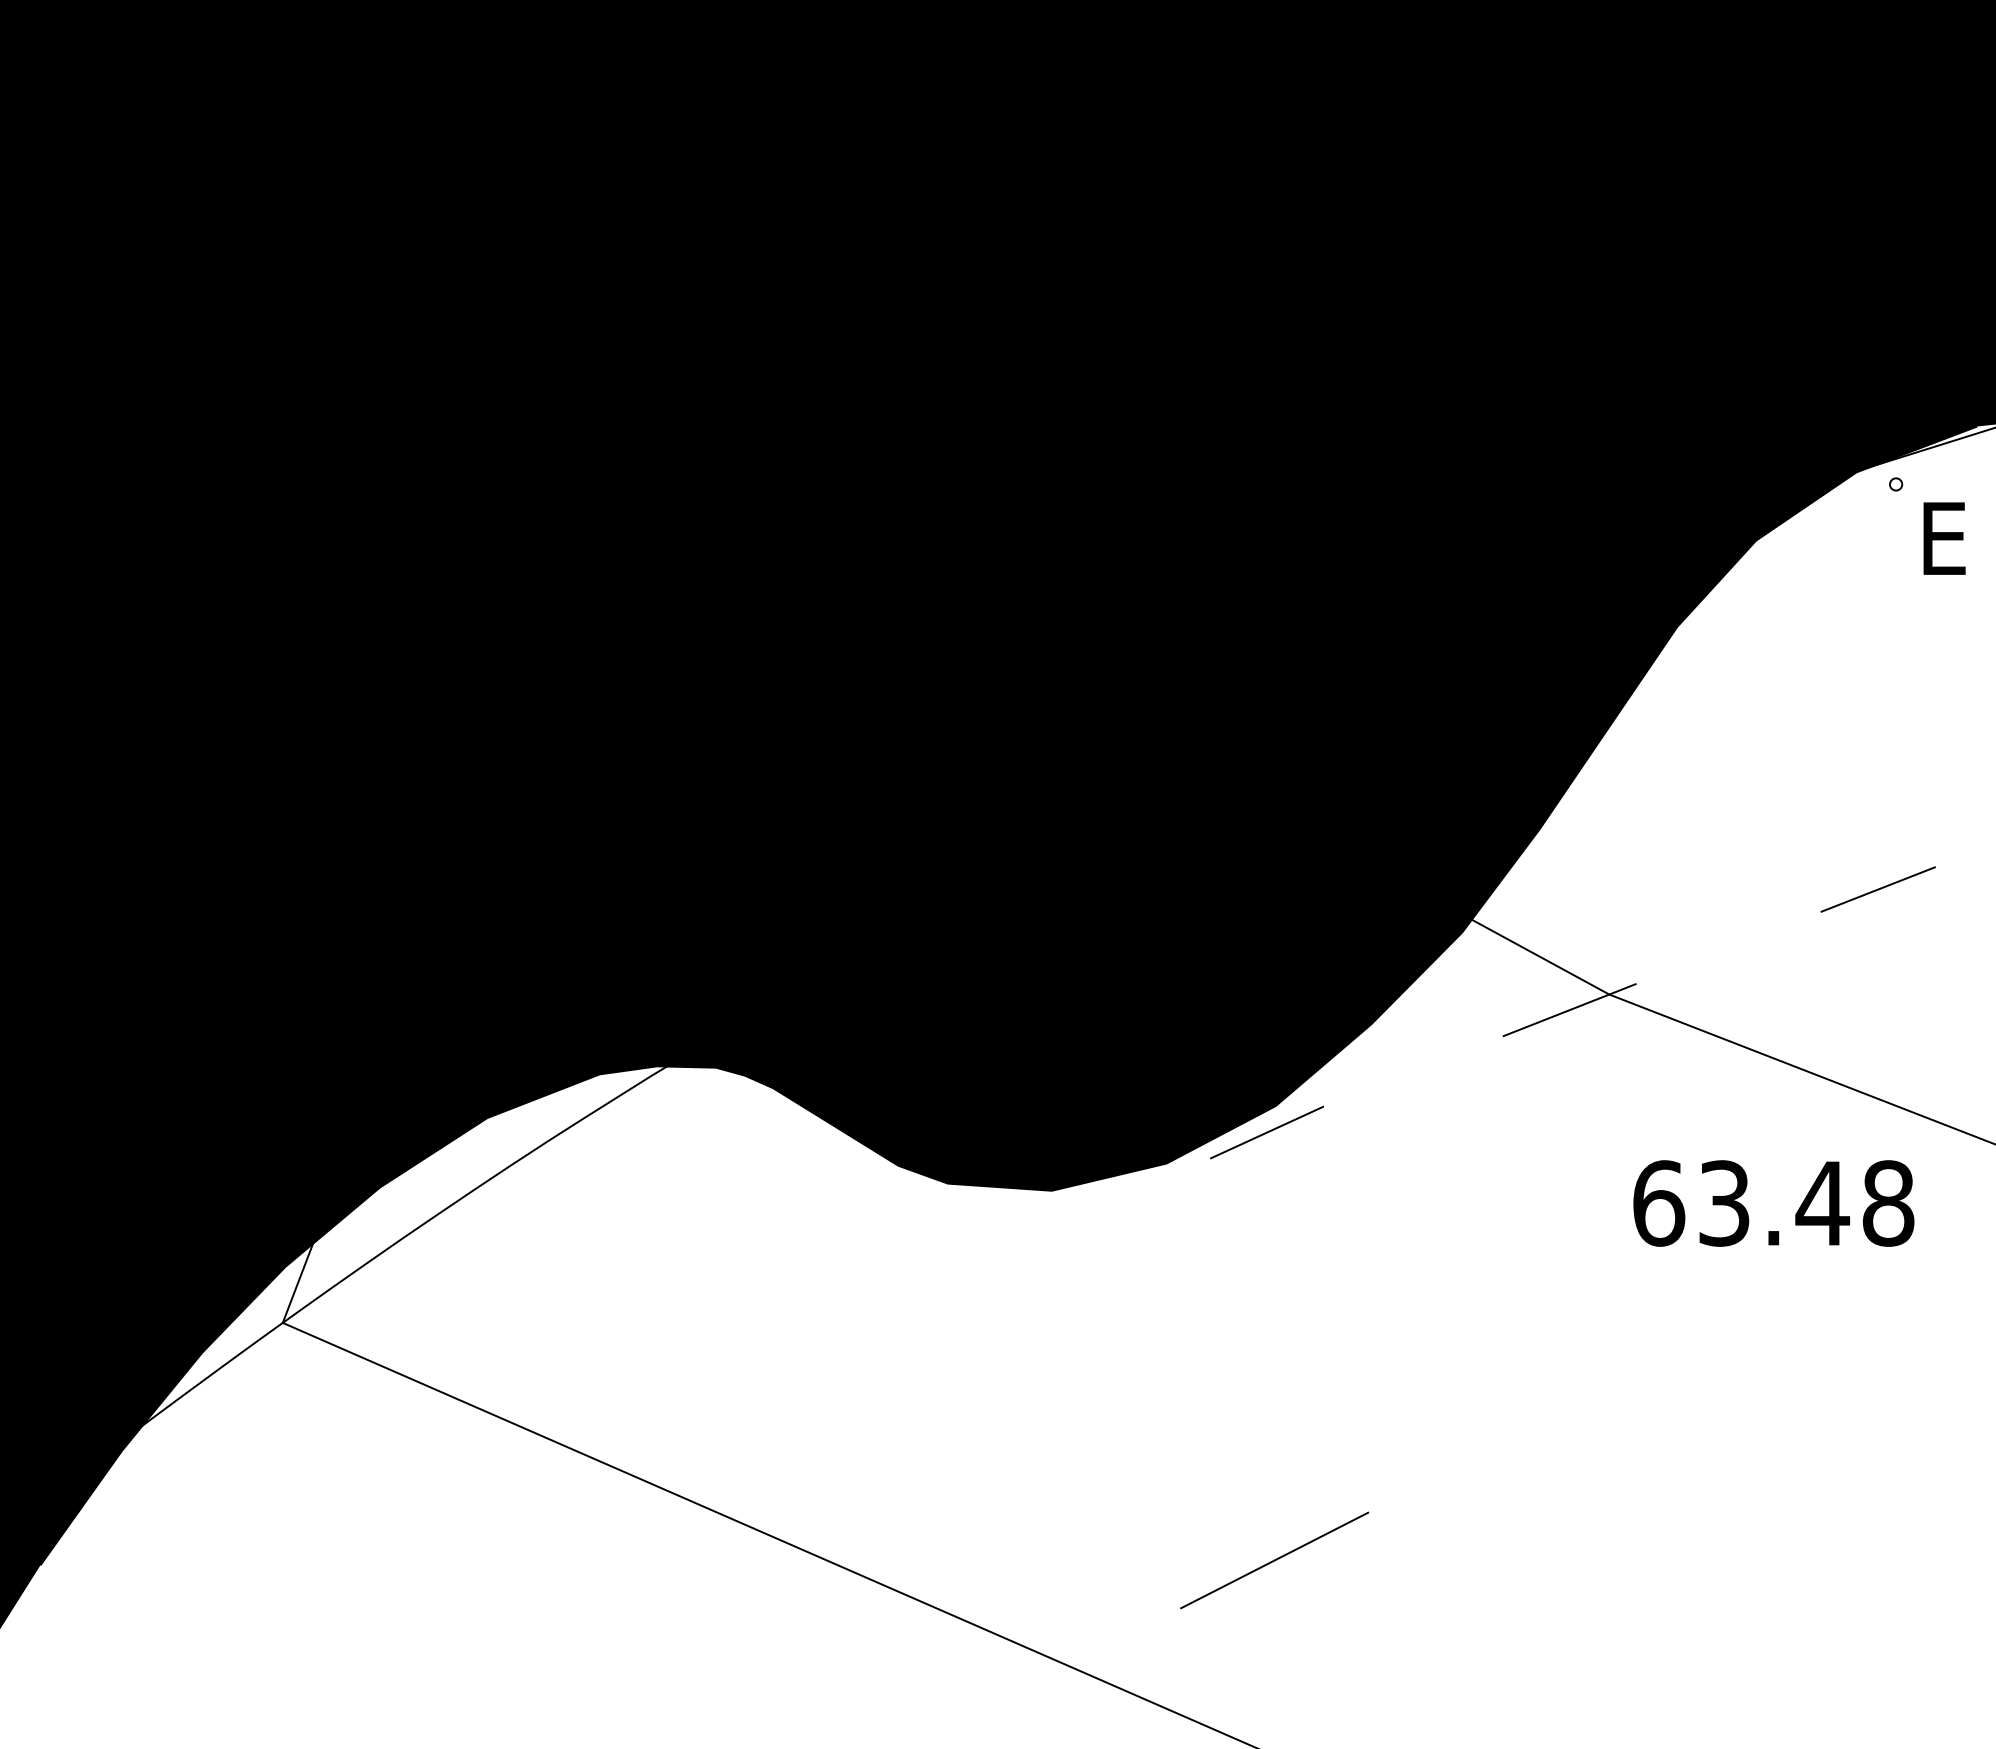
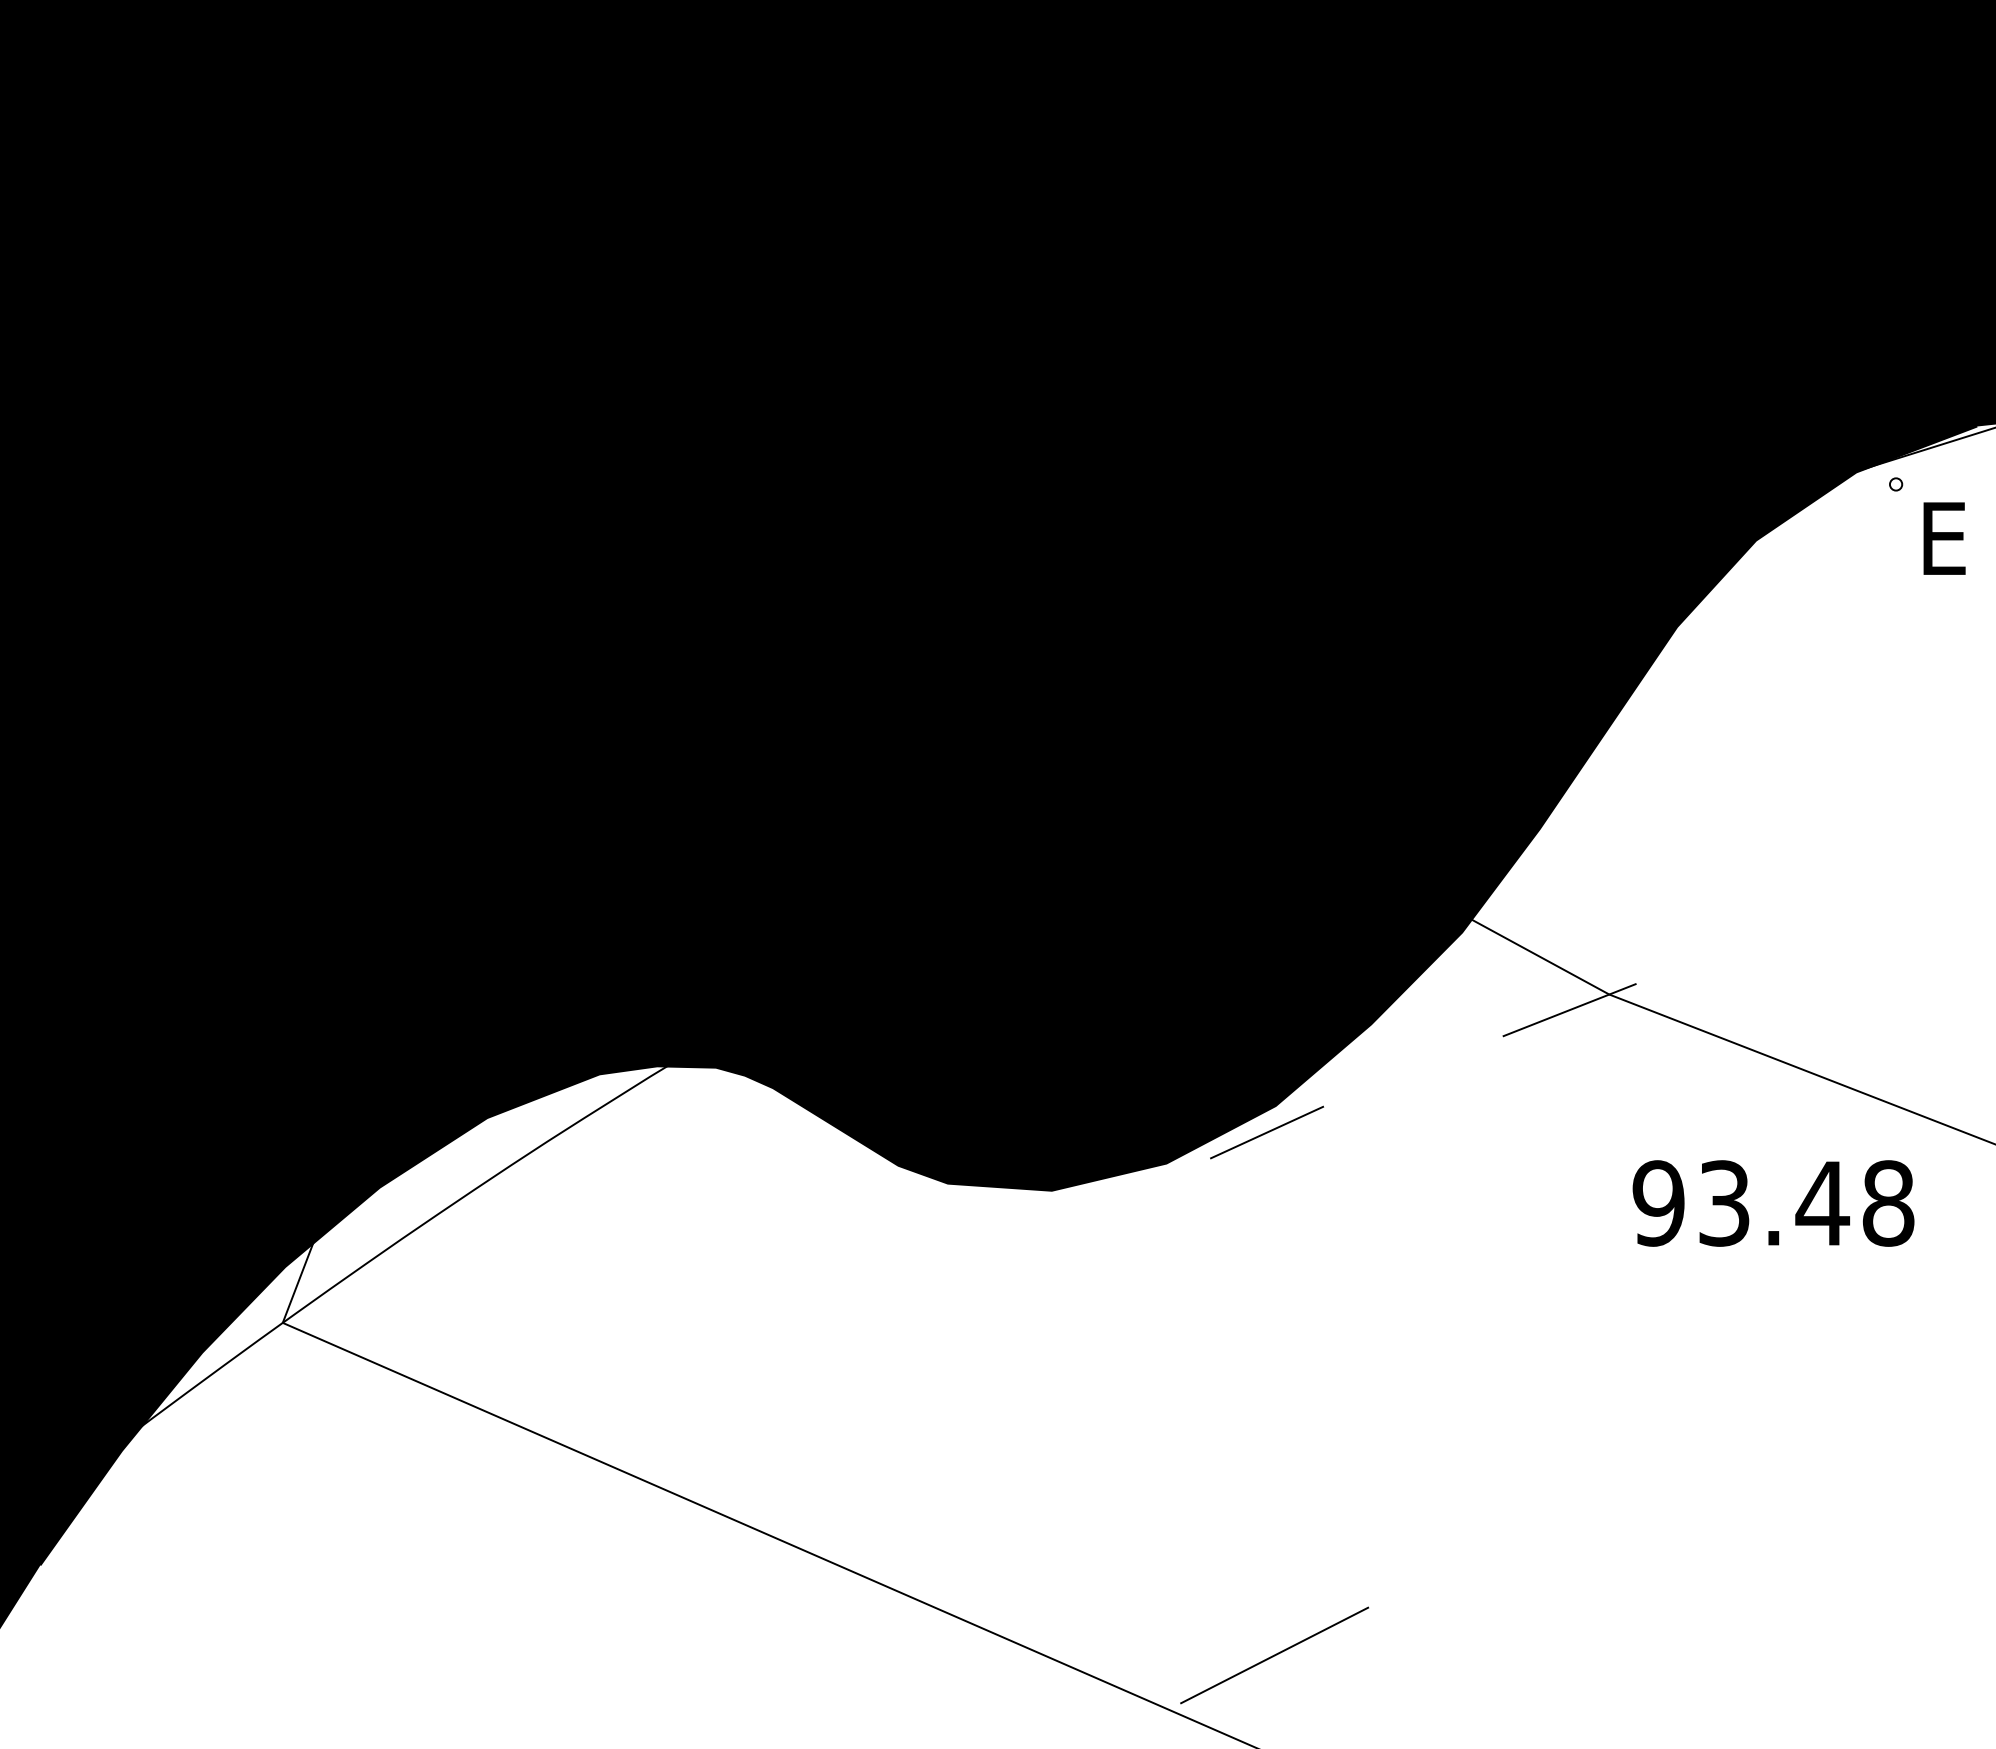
line at (1877, 889): present -> none
text at (1658, 1203): 63.48 -> 93.48
line at (1274, 1560) position: (1274, 1560) -> (1274, 1655)
